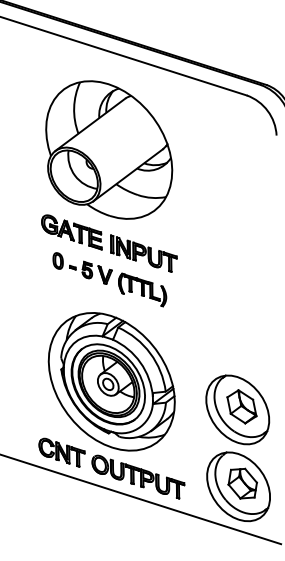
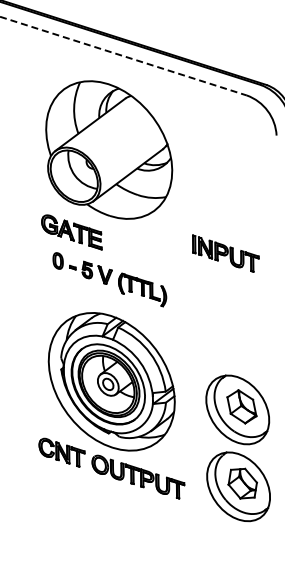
line at (124, 56): solid -> dashed
part at (143, 253) position: (143, 253) -> (225, 253)
line at (141, 499): present -> none
